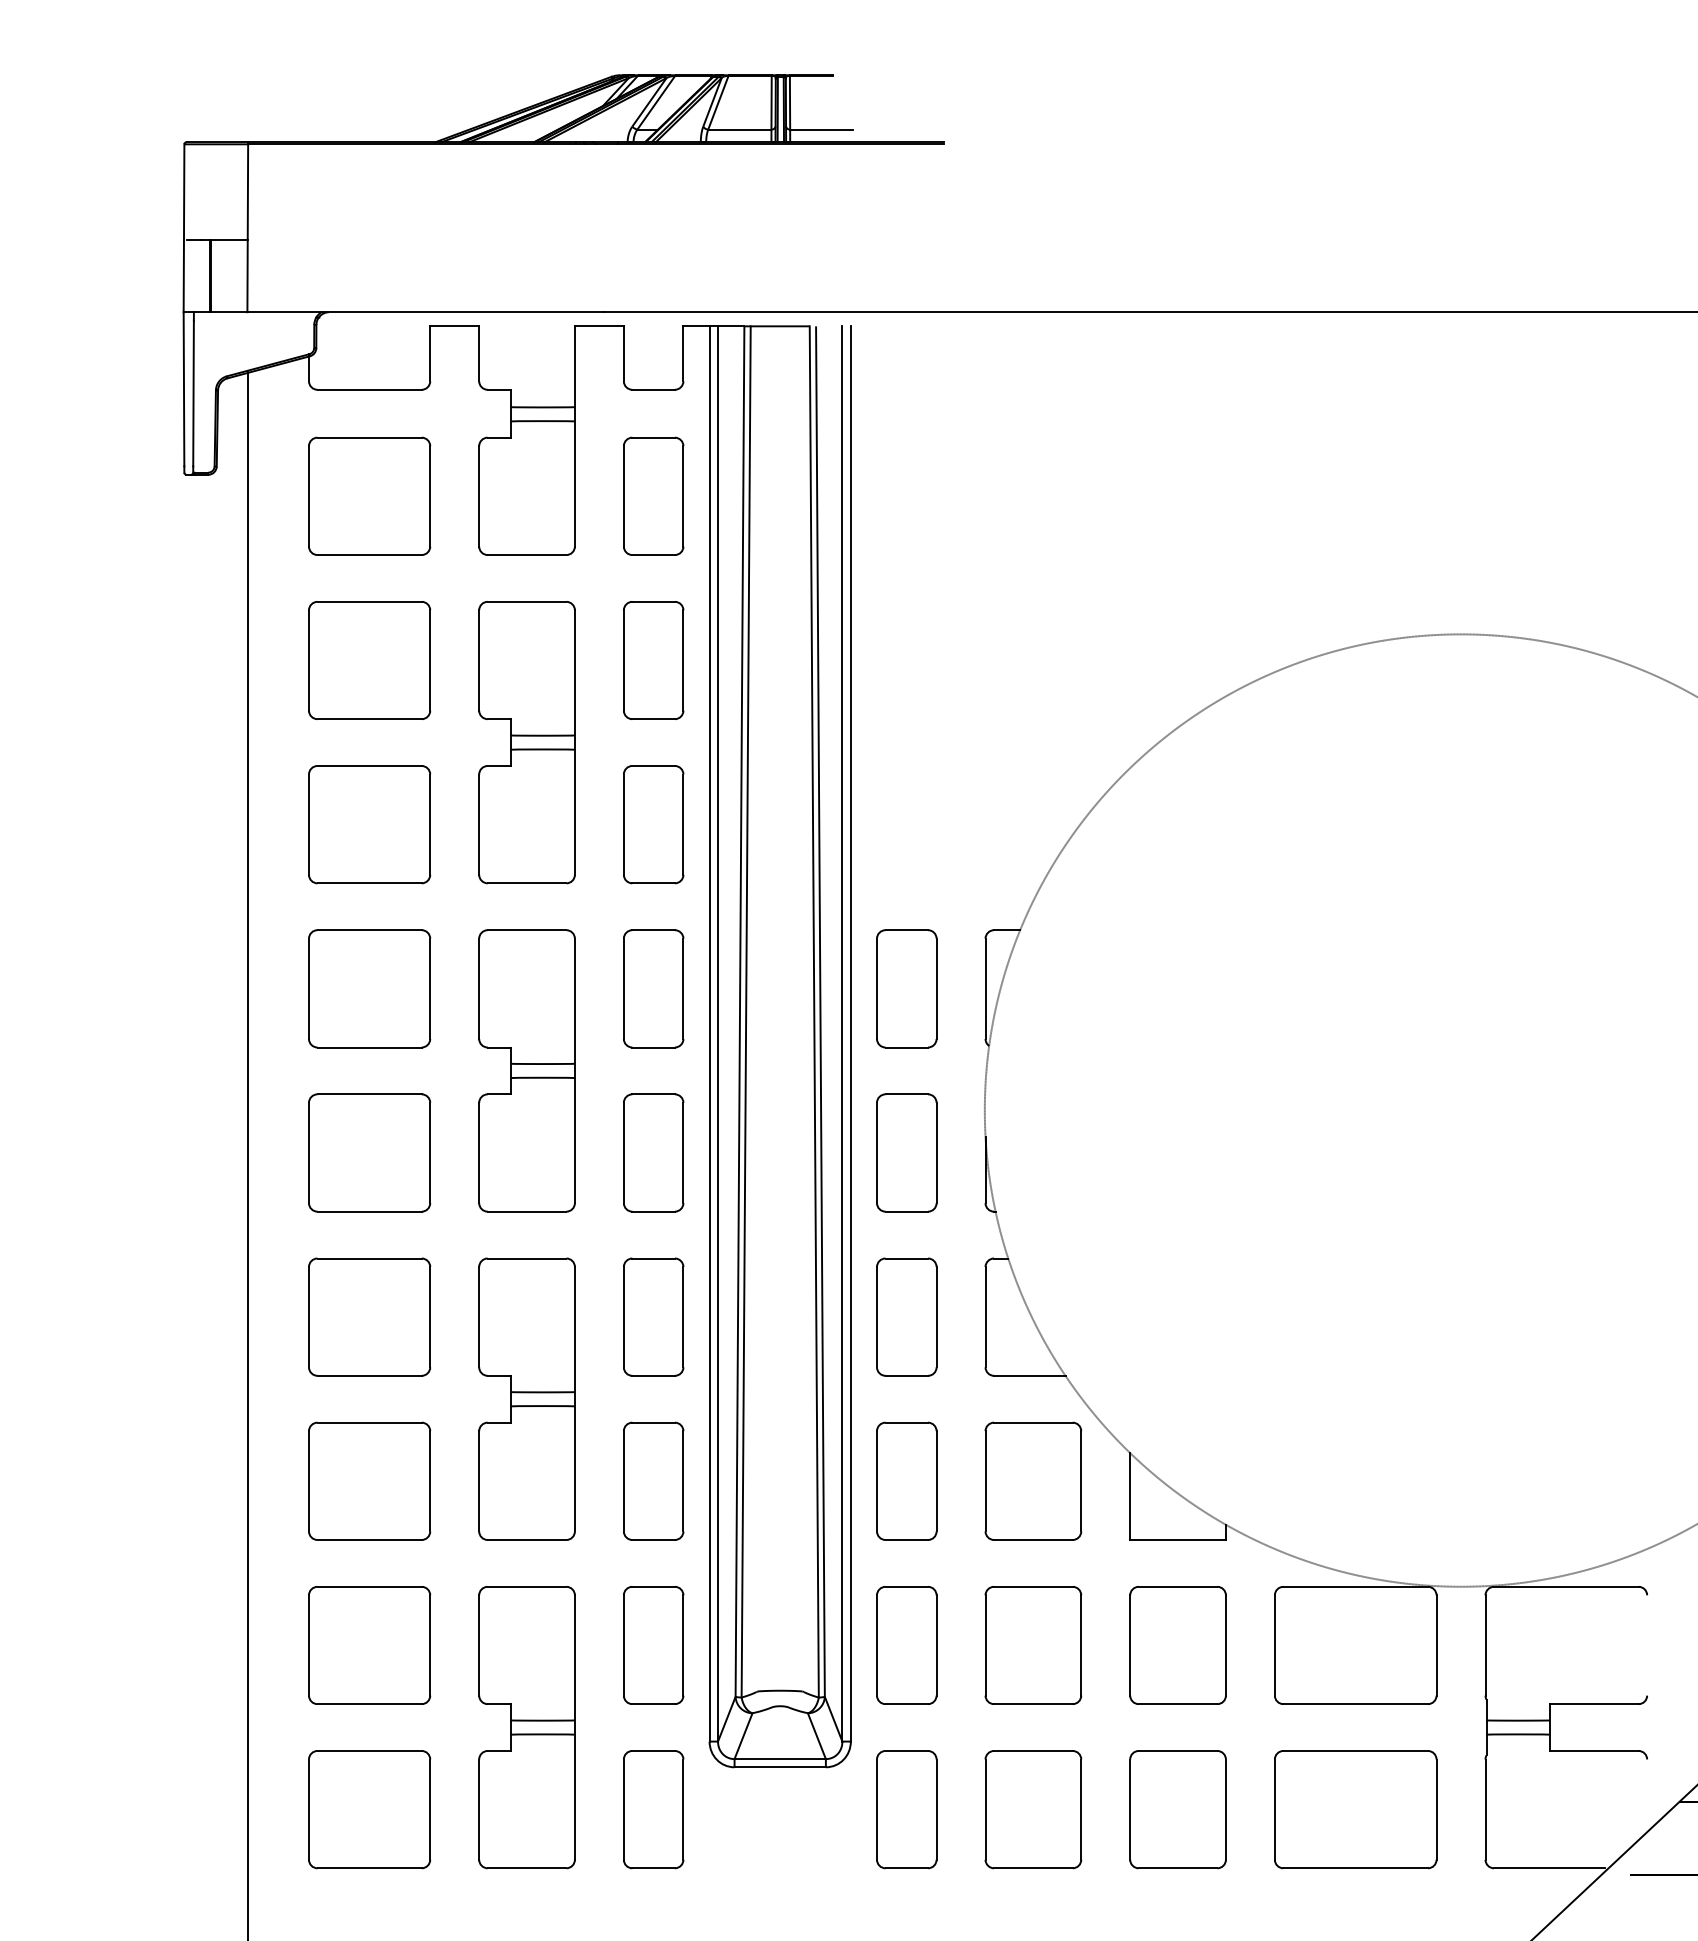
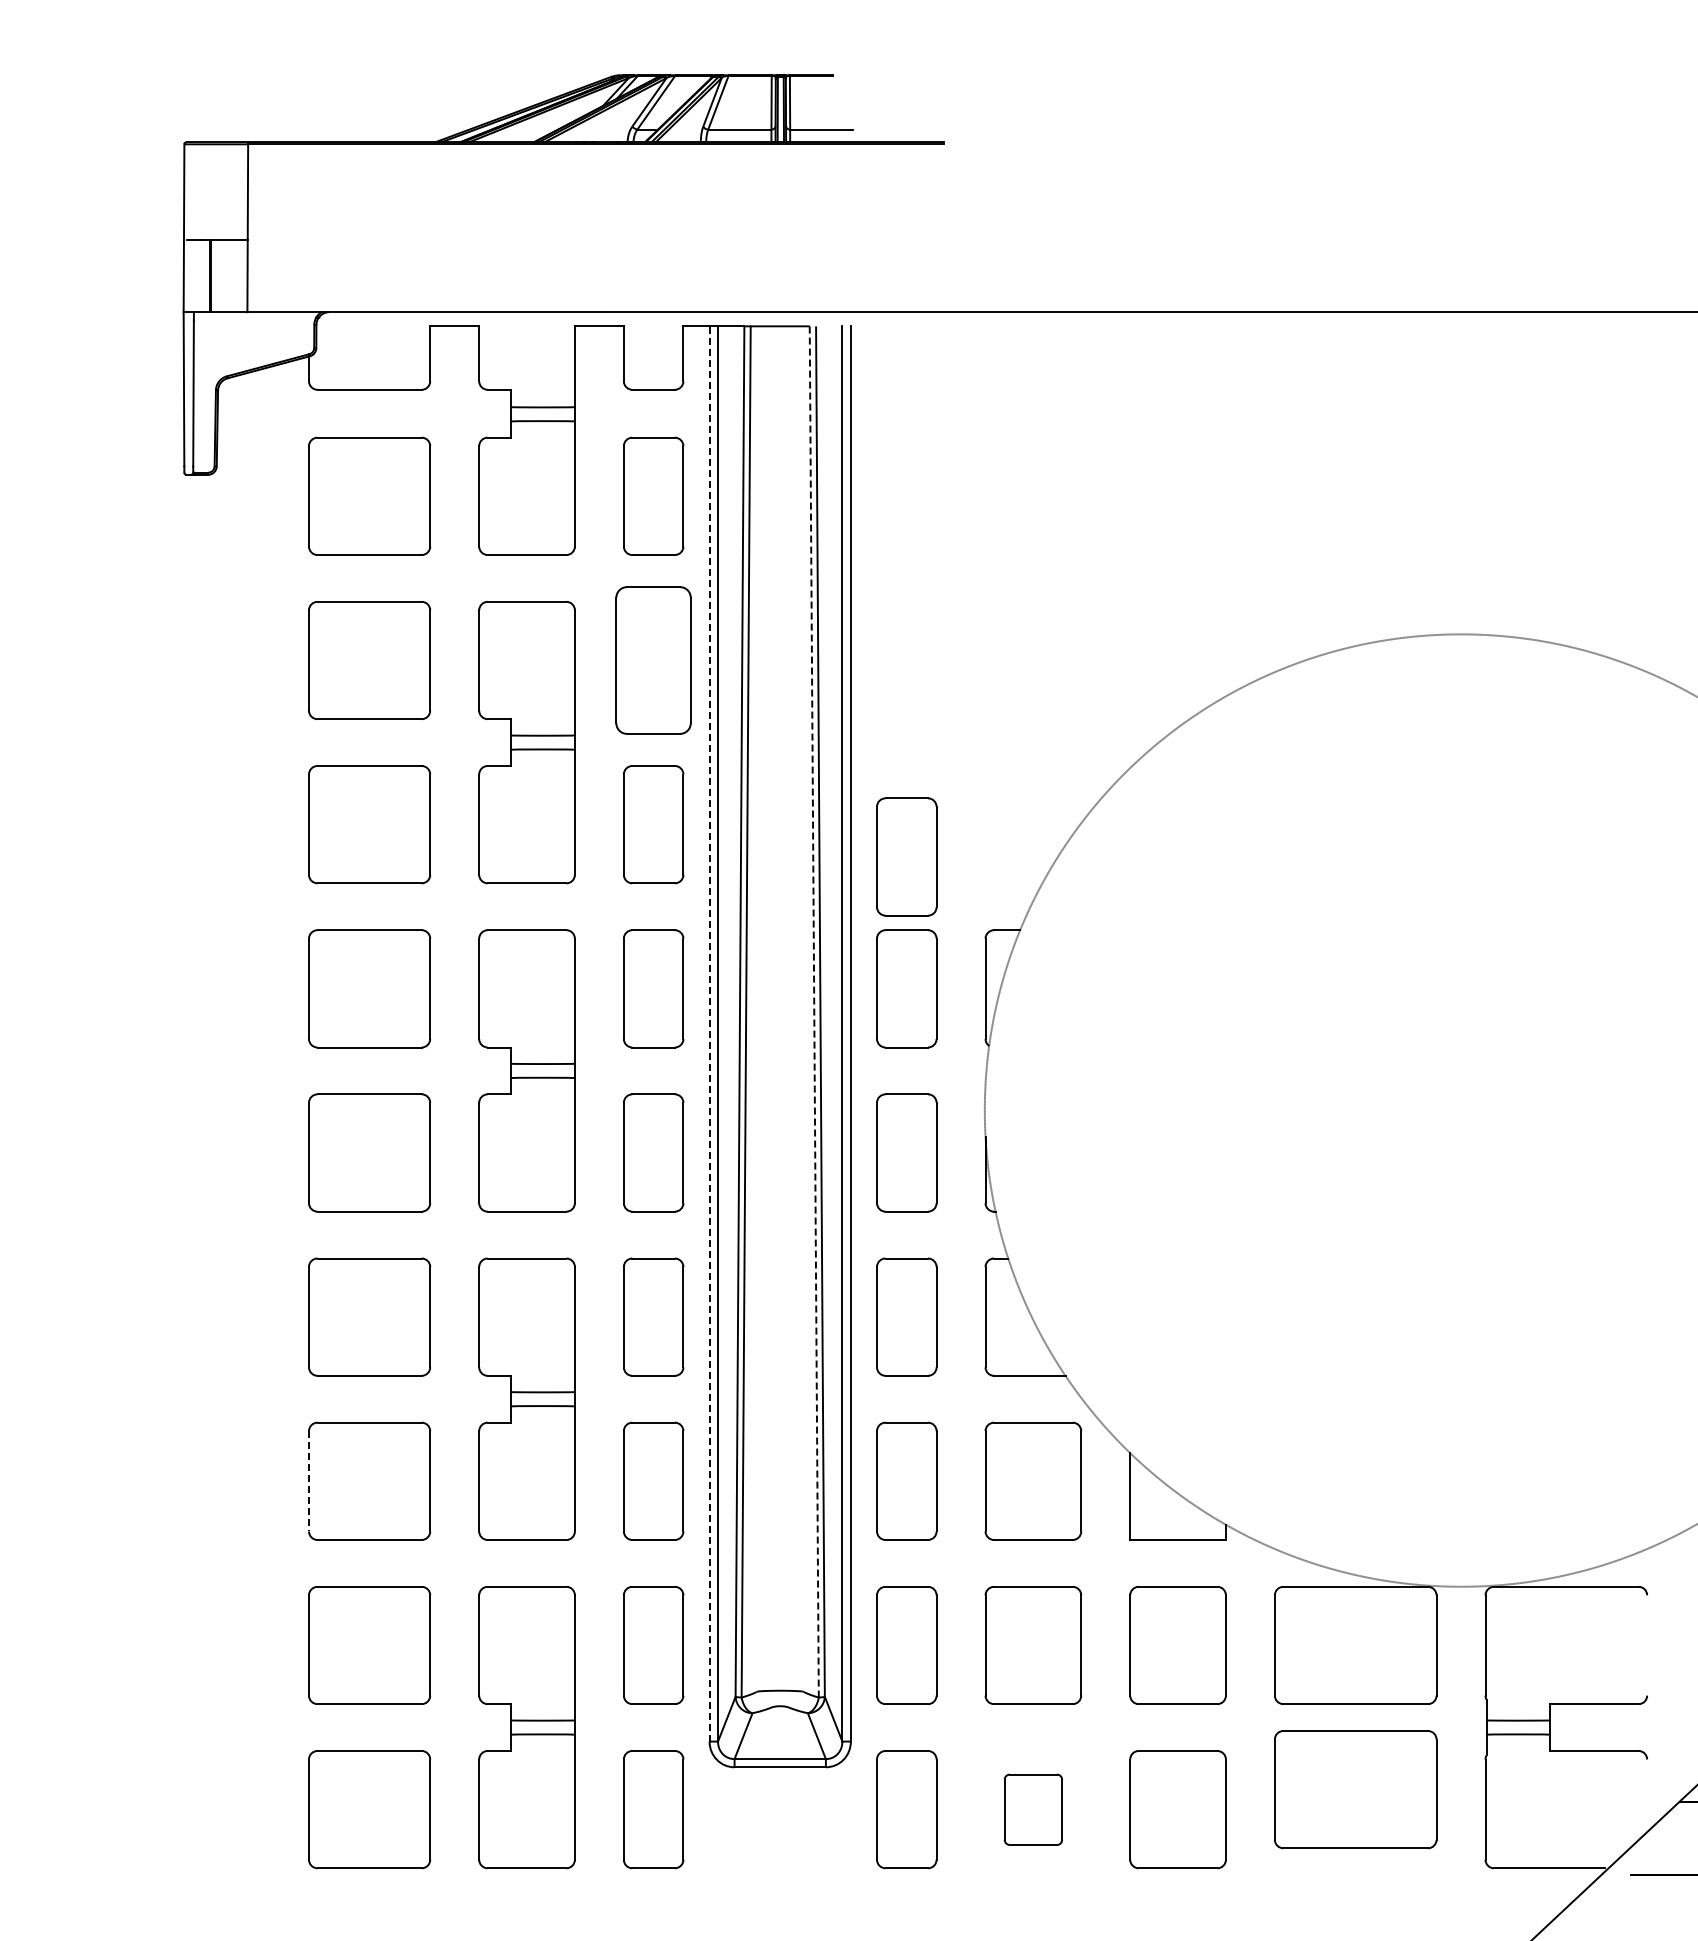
part at (653, 660) size: 62x119 px -> 77x149 px
part at (906, 856): none -> present
line at (814, 1011): solid -> dashed
line at (709, 1033): solid -> dashed
line at (248, 1153): present -> none
line at (309, 1481): solid -> dashed
part at (1033, 1809) size: 99x120 px -> 60x73 px
part at (1355, 1809) position: (1355, 1809) -> (1355, 1789)
